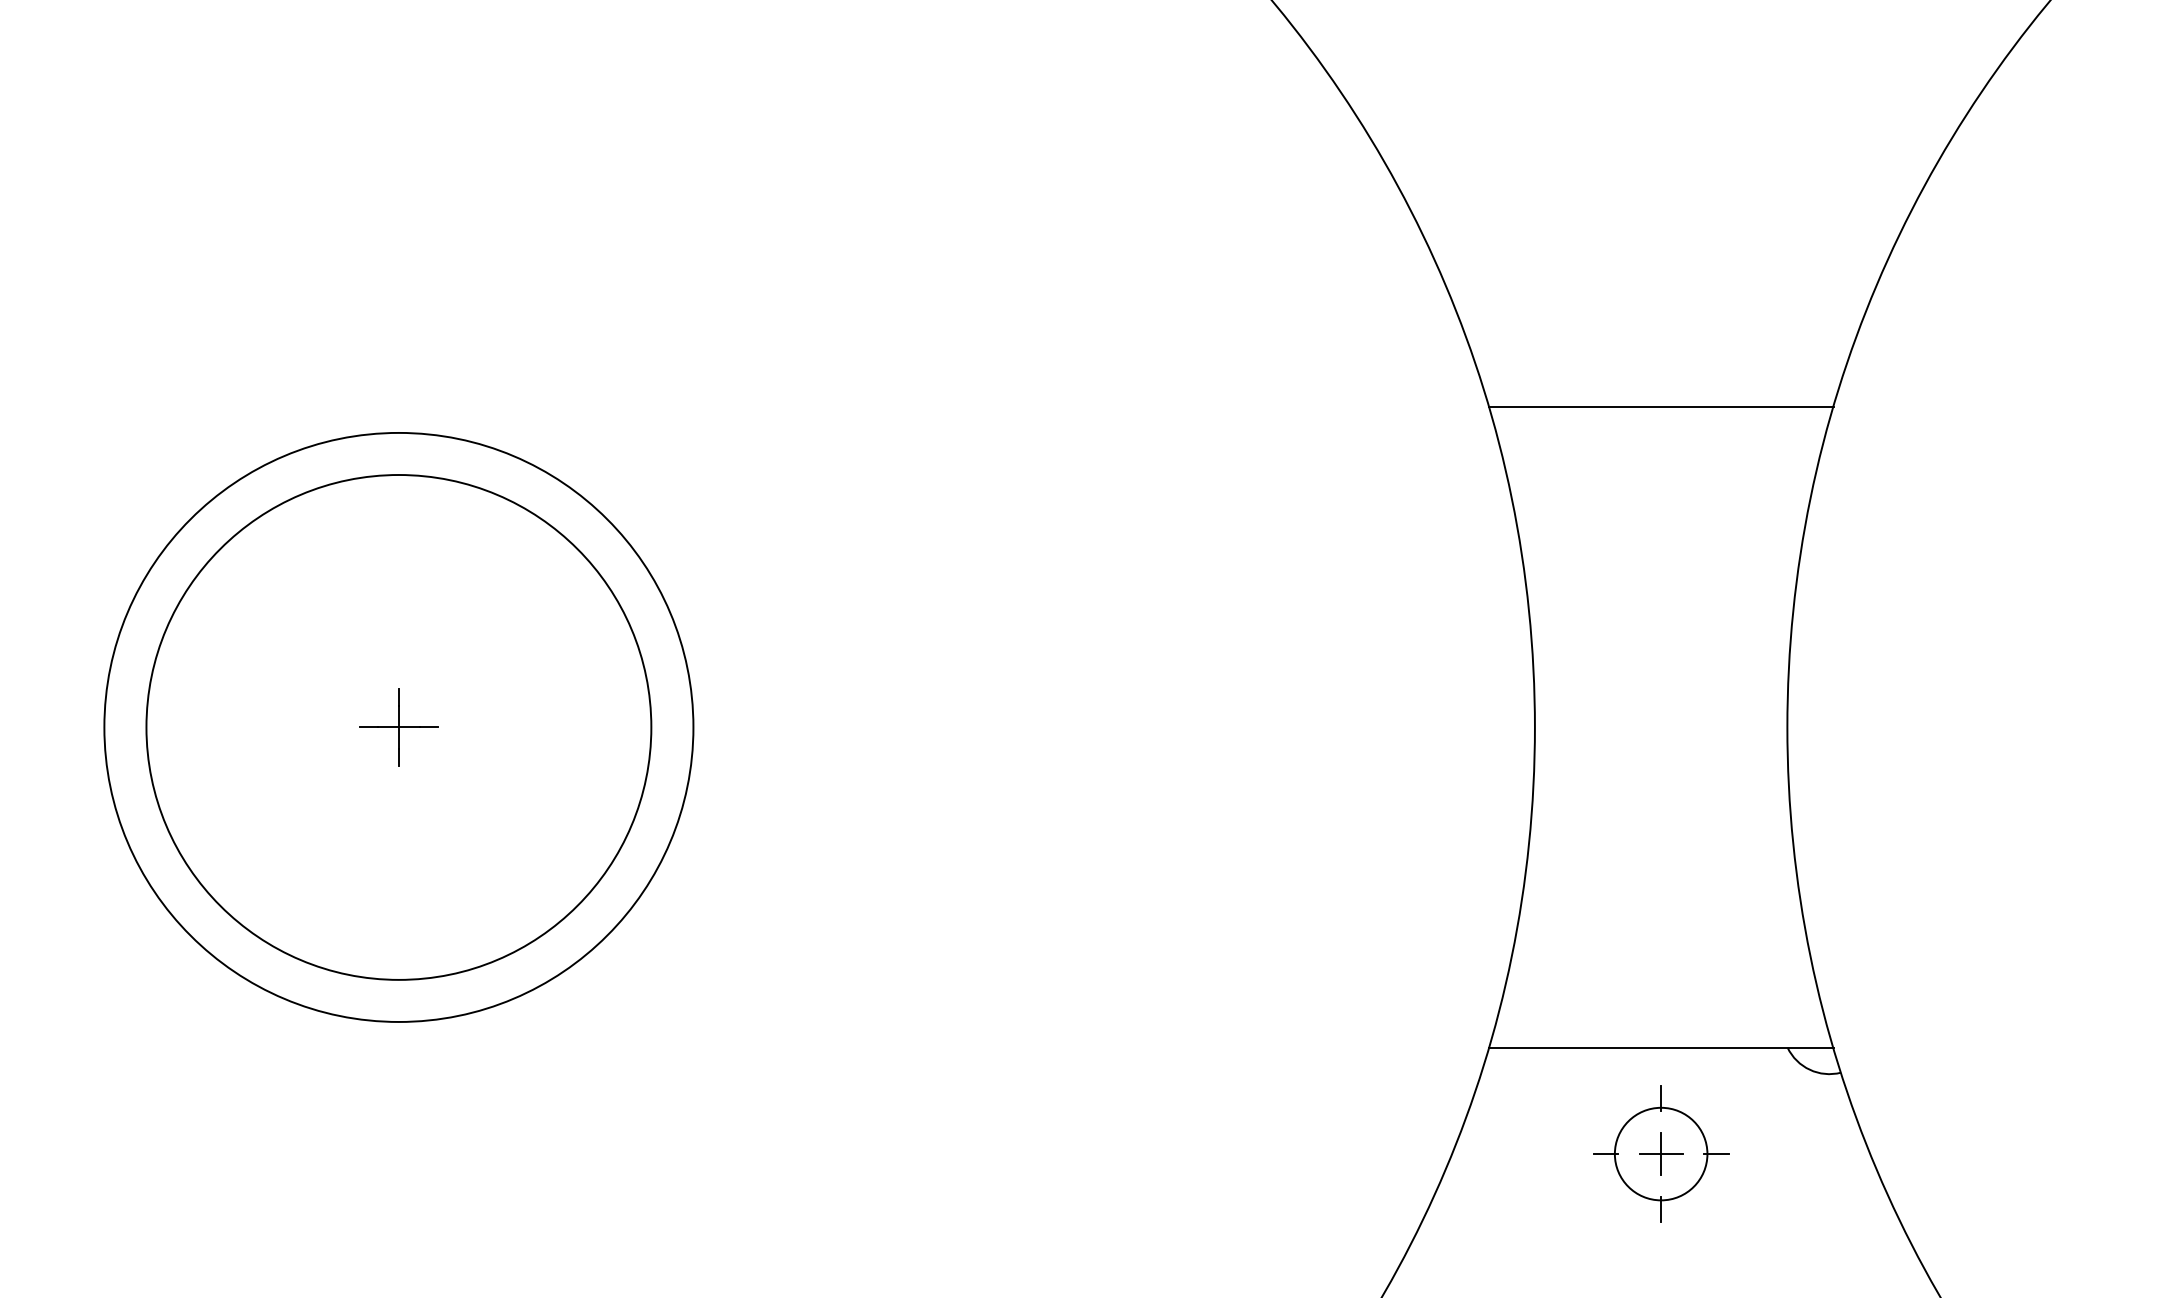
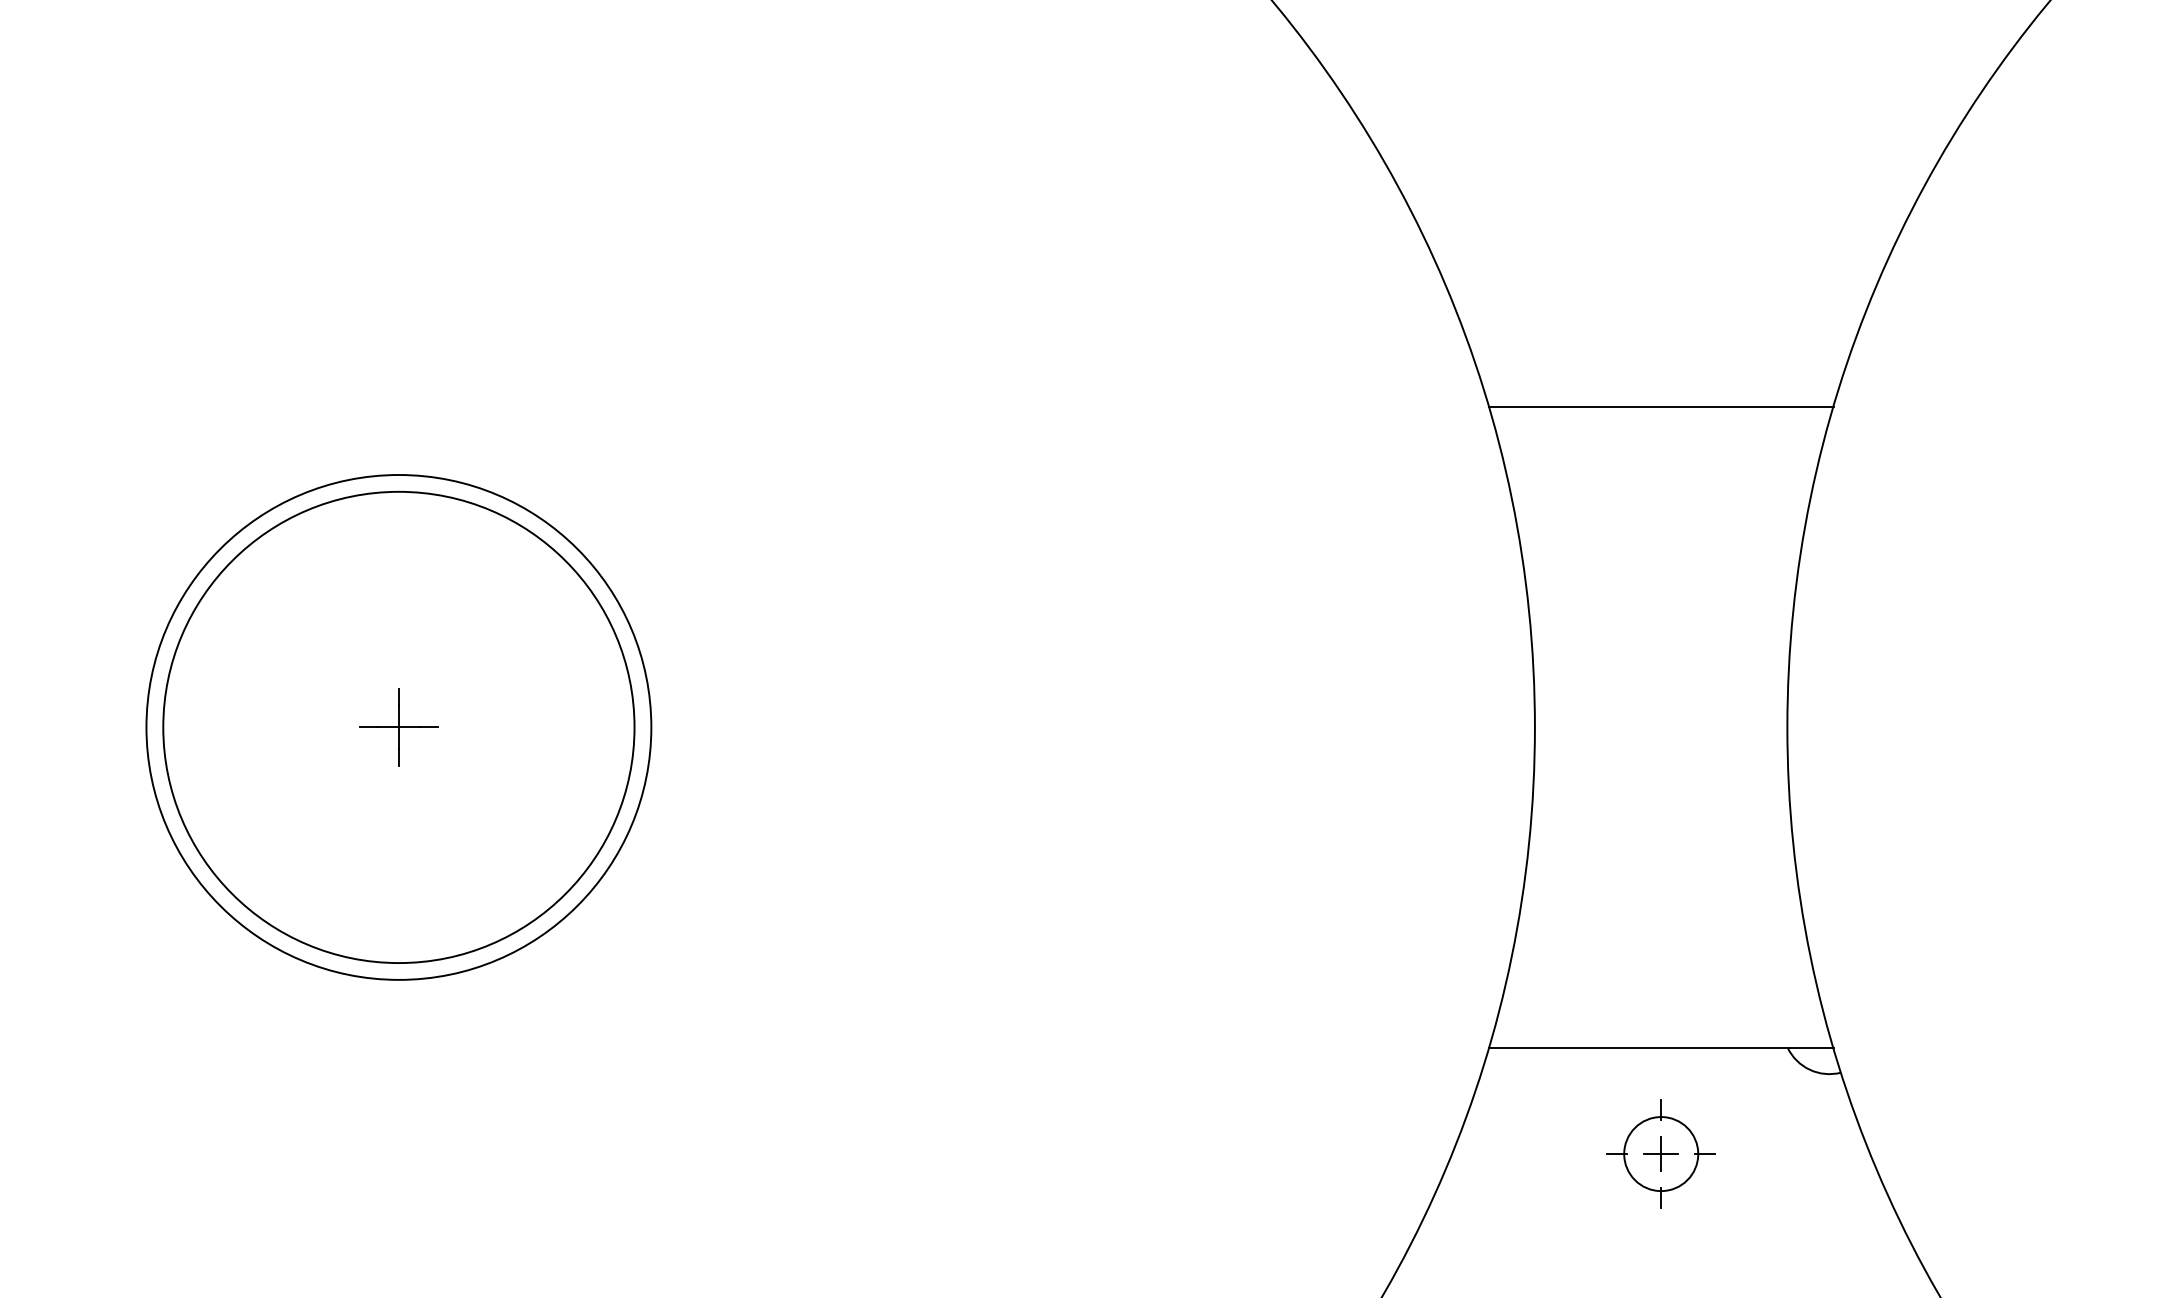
circle at (398, 726) diameter: 589 px -> 471 px
part at (1661, 1153) size: 137x138 px -> 110x110 px
